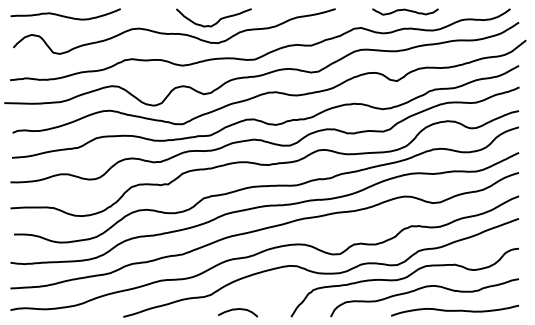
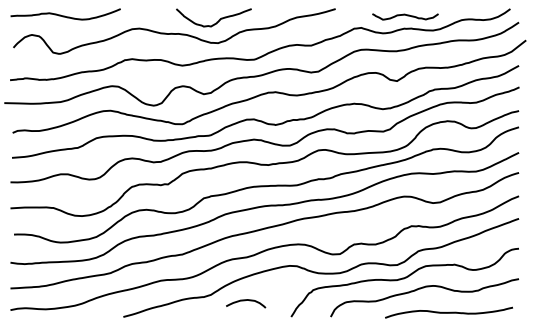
curve at (405, 10) position: (405, 10) -> (405, 15)
curve at (237, 310) position: (237, 310) -> (245, 301)
curve at (454, 310) position: (454, 310) -> (448, 312)
